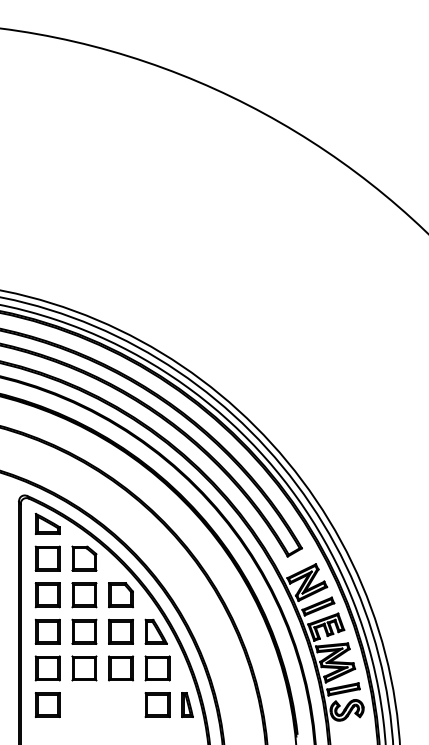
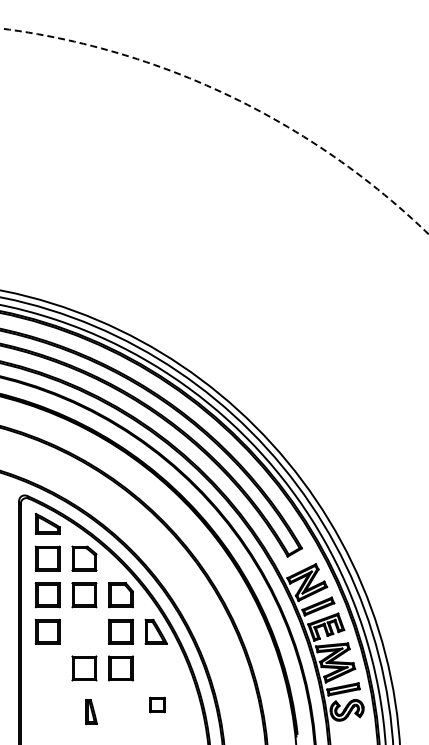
circle at (214, 131): solid -> dashed
part at (84, 631): present -> none
part at (47, 668): present -> none
part at (157, 668): present -> none
part at (47, 704): present -> none
part at (157, 704) size: 27x26 px -> 17x18 px
part at (187, 704) position: (187, 704) -> (91, 711)
